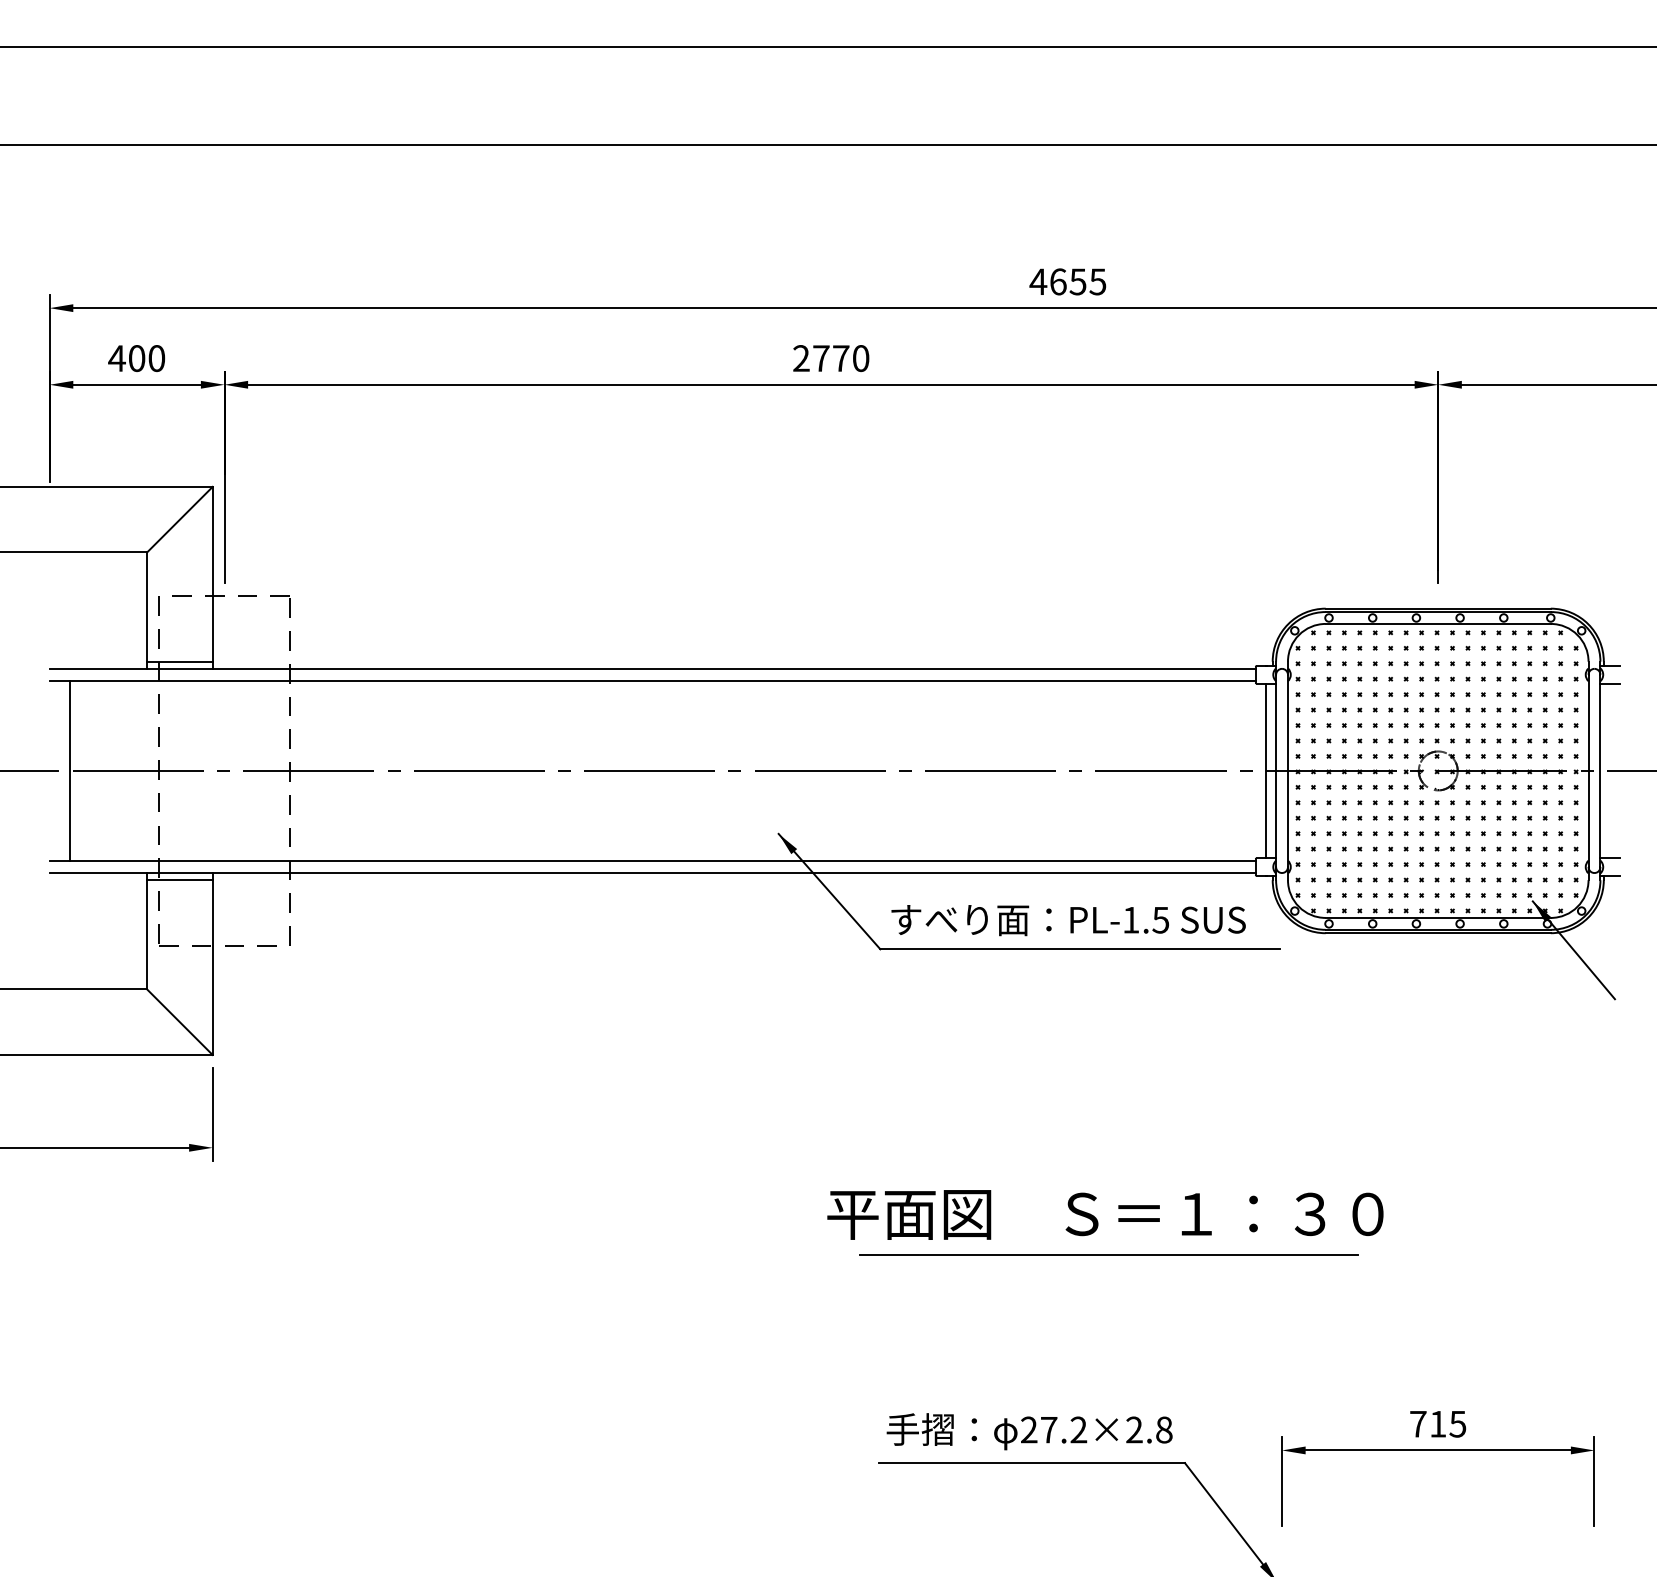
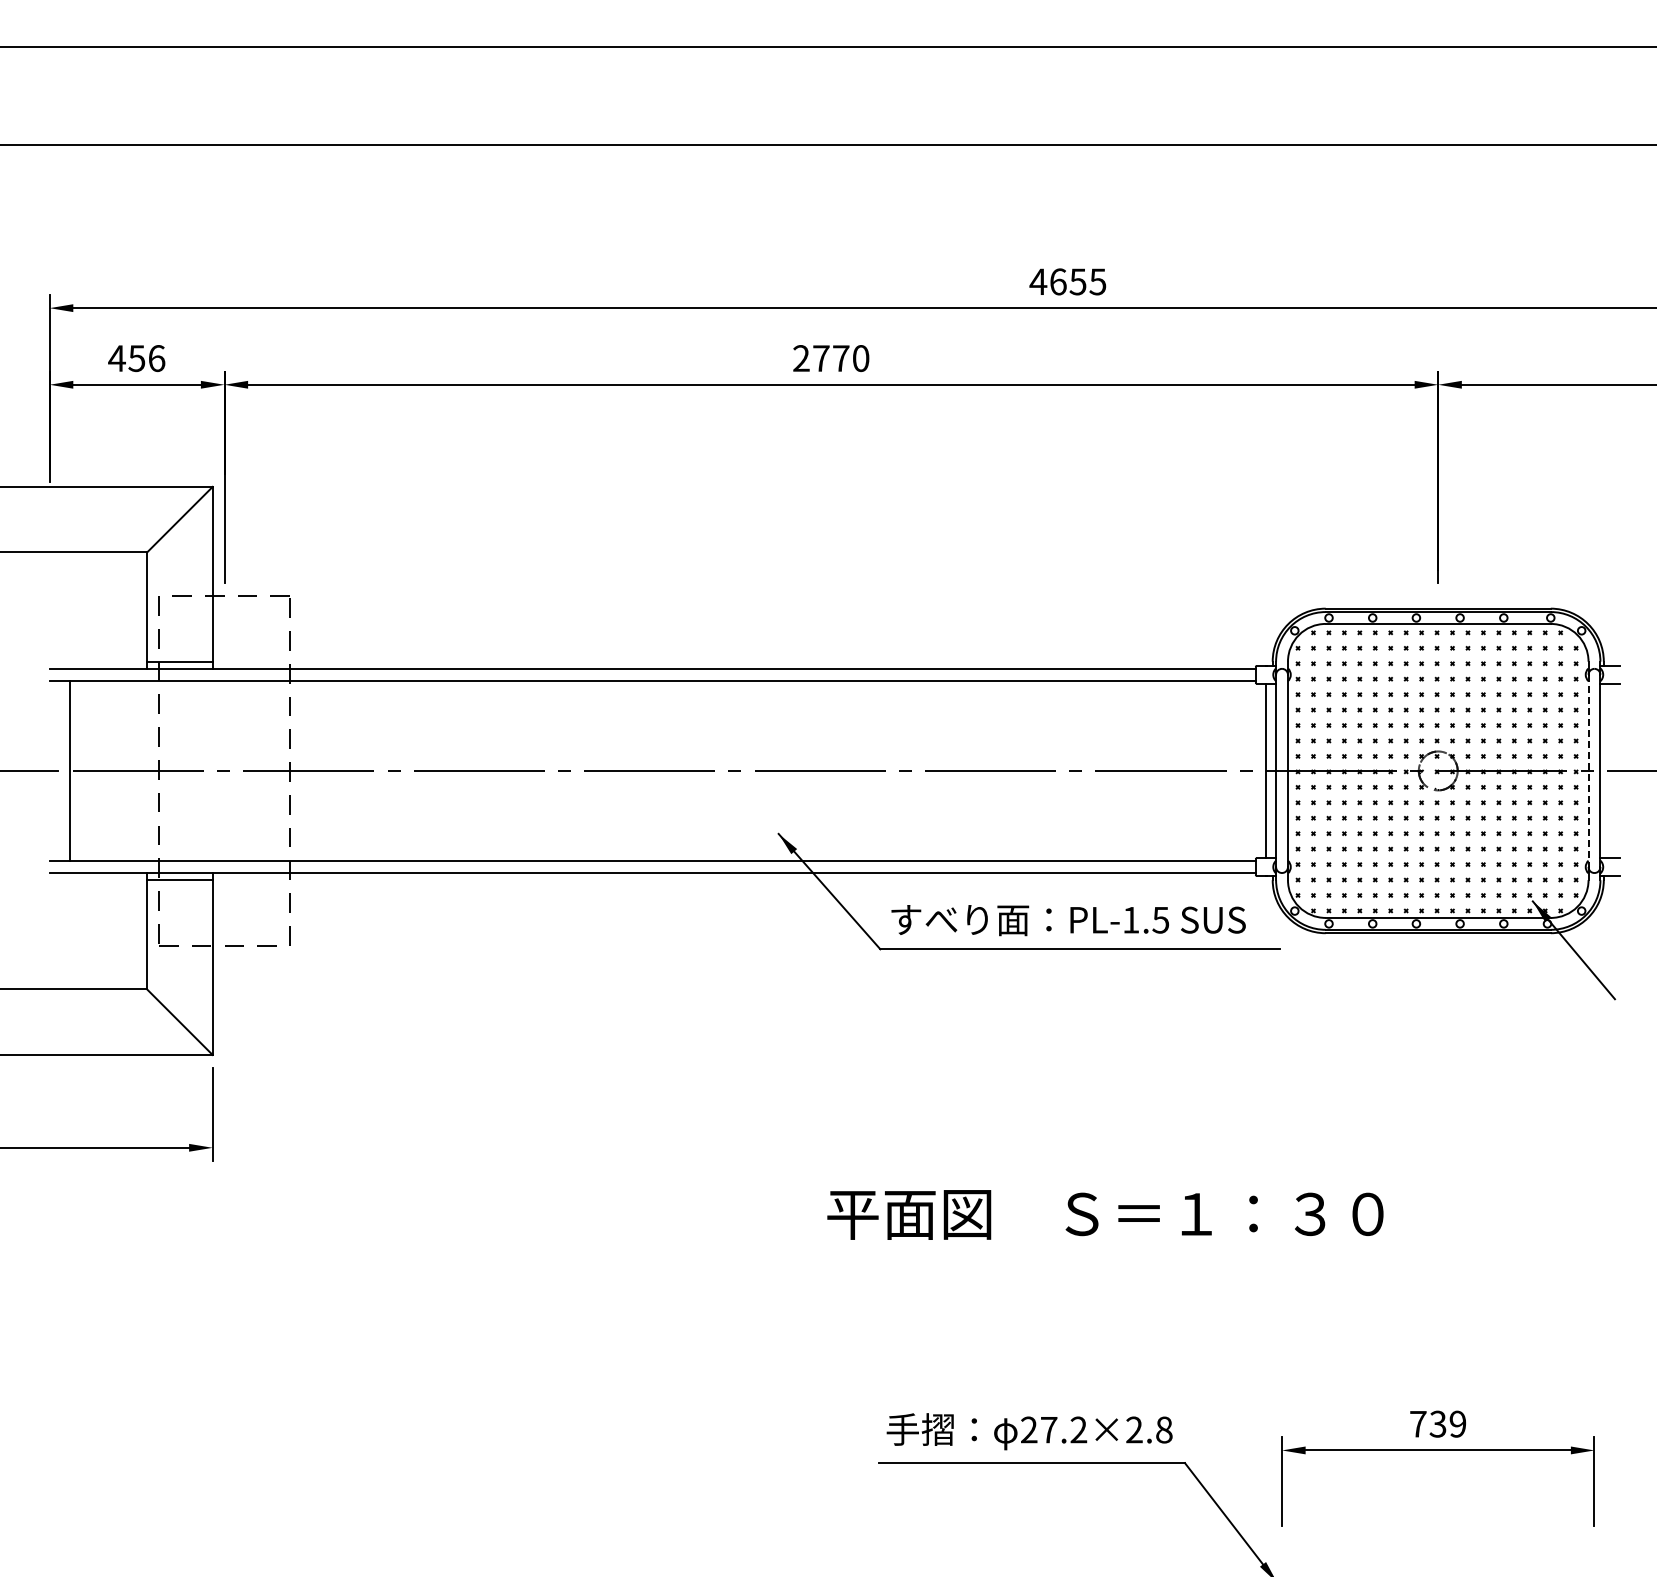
text at (146, 358): 400 -> 456
line at (1588, 771): solid -> dashed
line at (1108, 1254): present -> none
text at (1447, 1423): 715 -> 739
